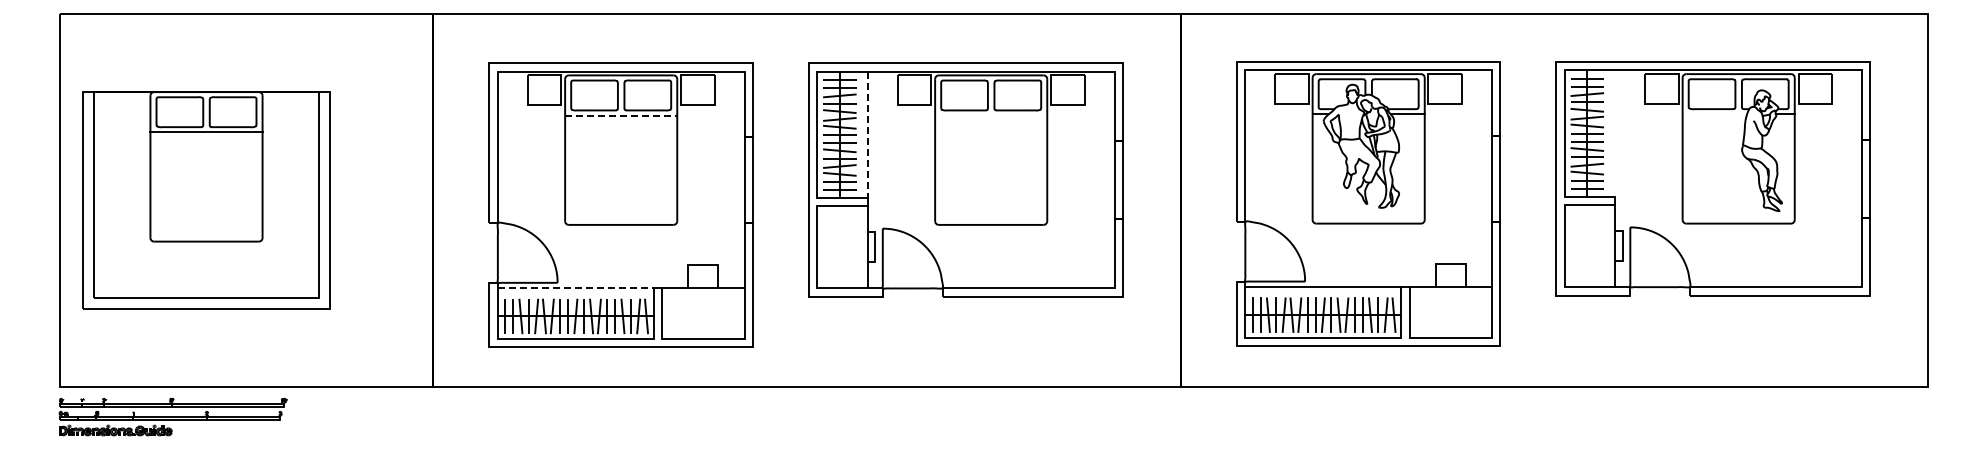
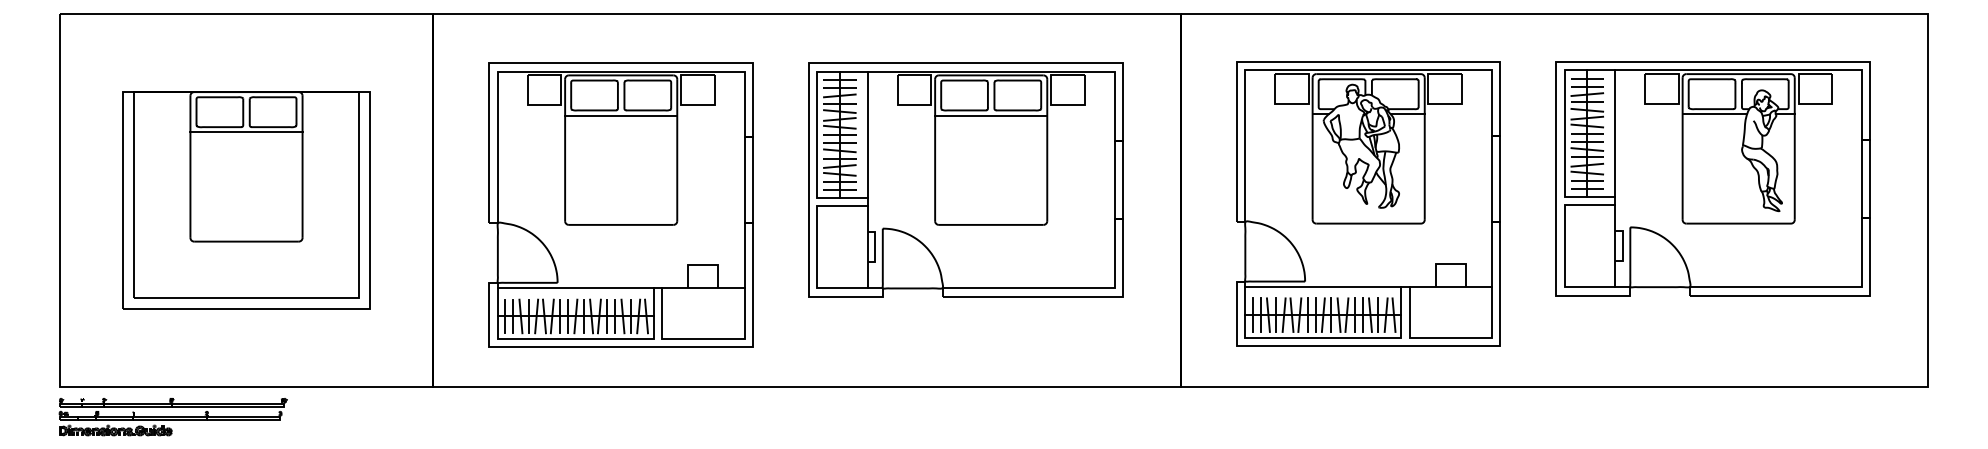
line at (1714, 114): none -> present
line at (621, 115): dashed -> solid
line at (991, 115): none -> present
line at (1615, 133): none -> present
line at (867, 135): dashed -> solid
part at (206, 200) position: (206, 200) -> (246, 200)
line at (576, 288): dashed -> solid
